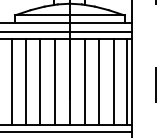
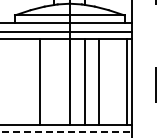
line at (12, 81): present -> none
line at (26, 81): present -> none
line at (55, 81): present -> none
line at (113, 81): present -> none
line at (66, 132): solid -> dashed
